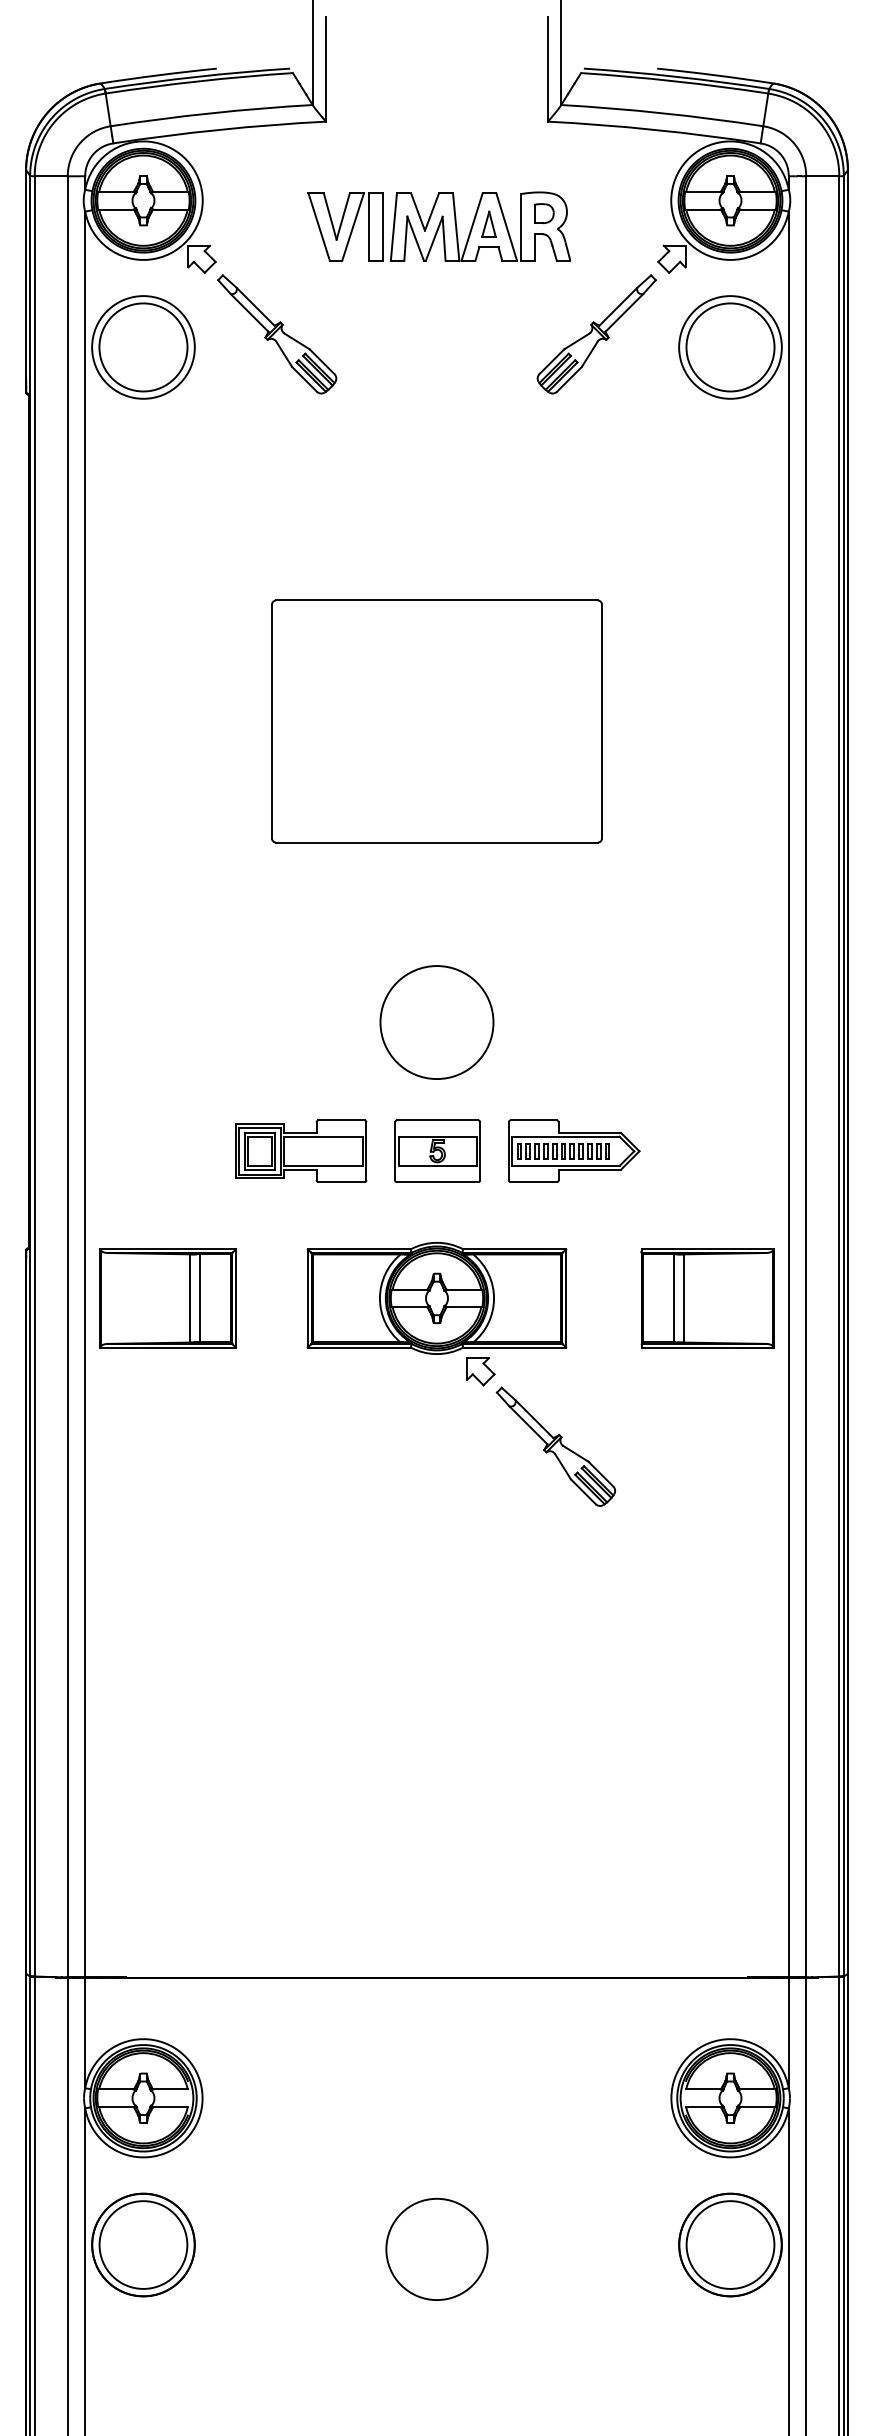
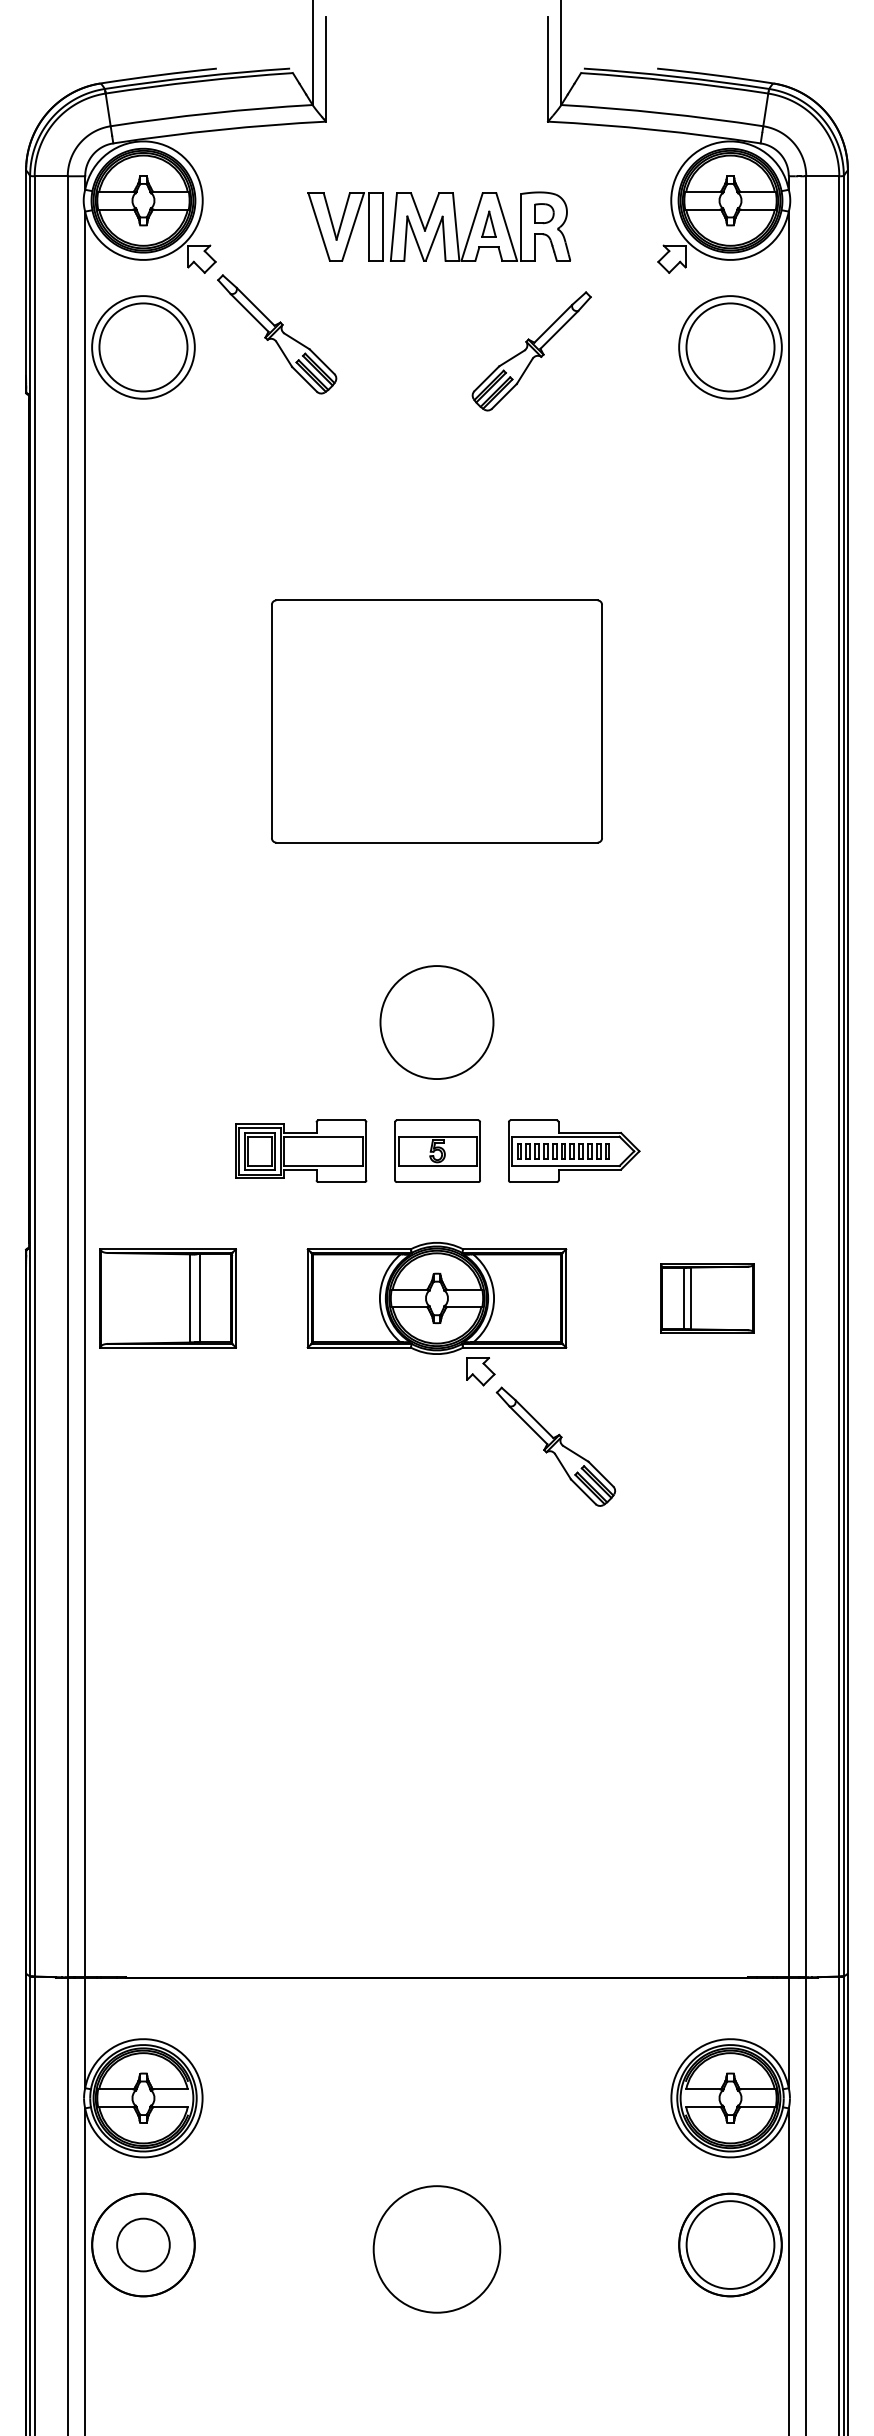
part at (596, 334) position: (596, 334) -> (531, 351)
part at (707, 1298) size: 135x101 px -> 95x71 px
circle at (143, 2244) diameter: 88 px -> 53 px
circle at (436, 2249) diameter: 101 px -> 127 px
